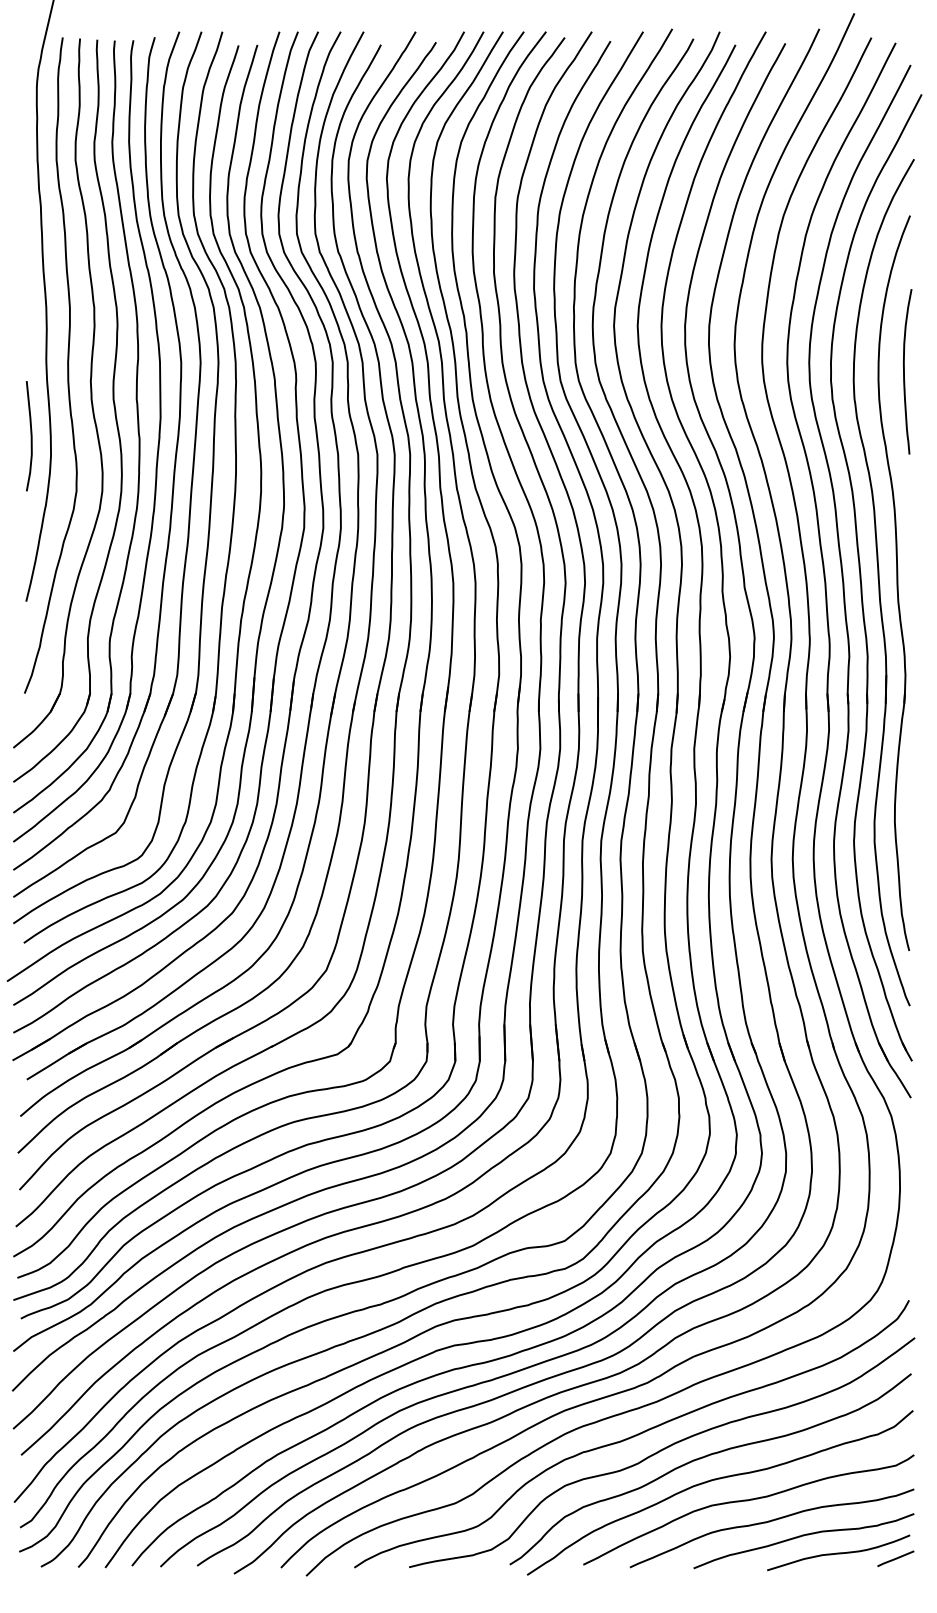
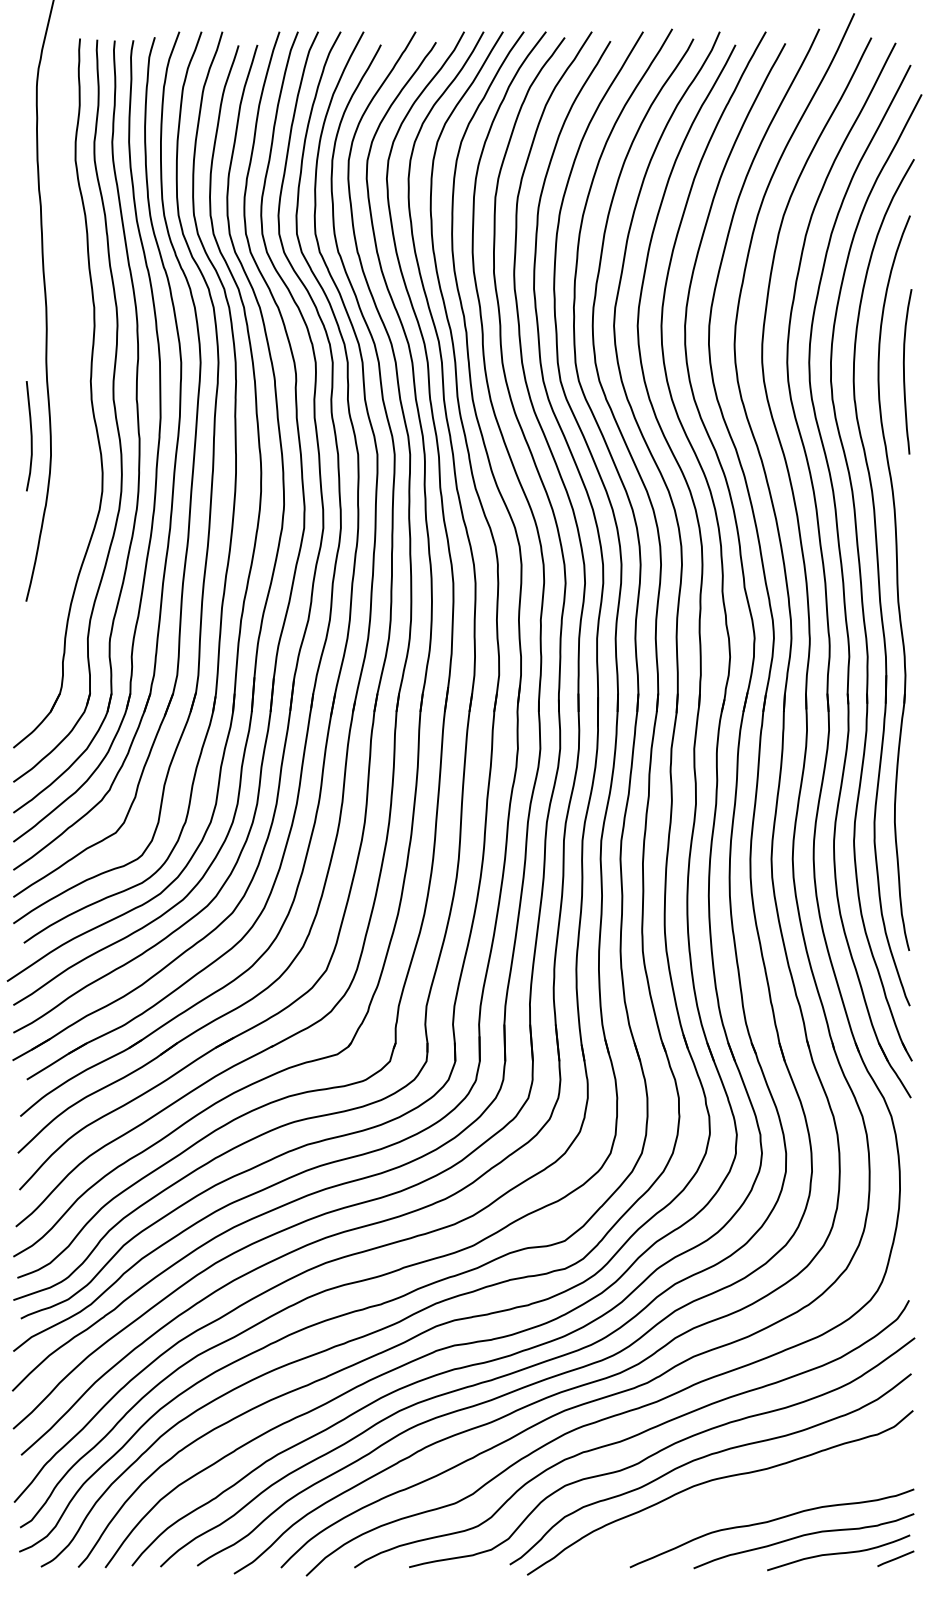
curve at (67, 365): present -> none
curve at (748, 1501): present -> none
